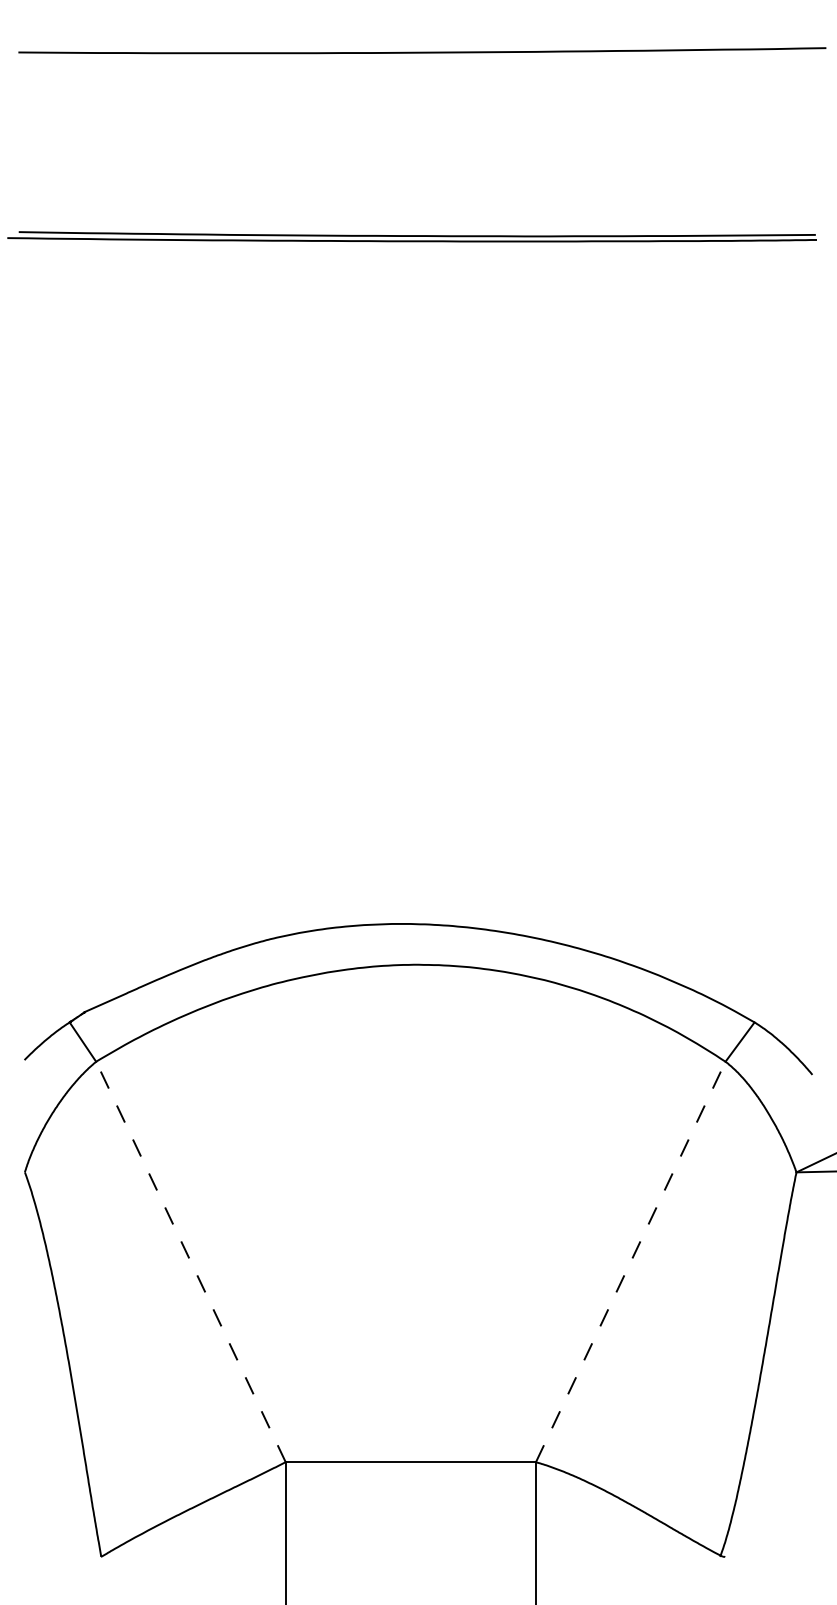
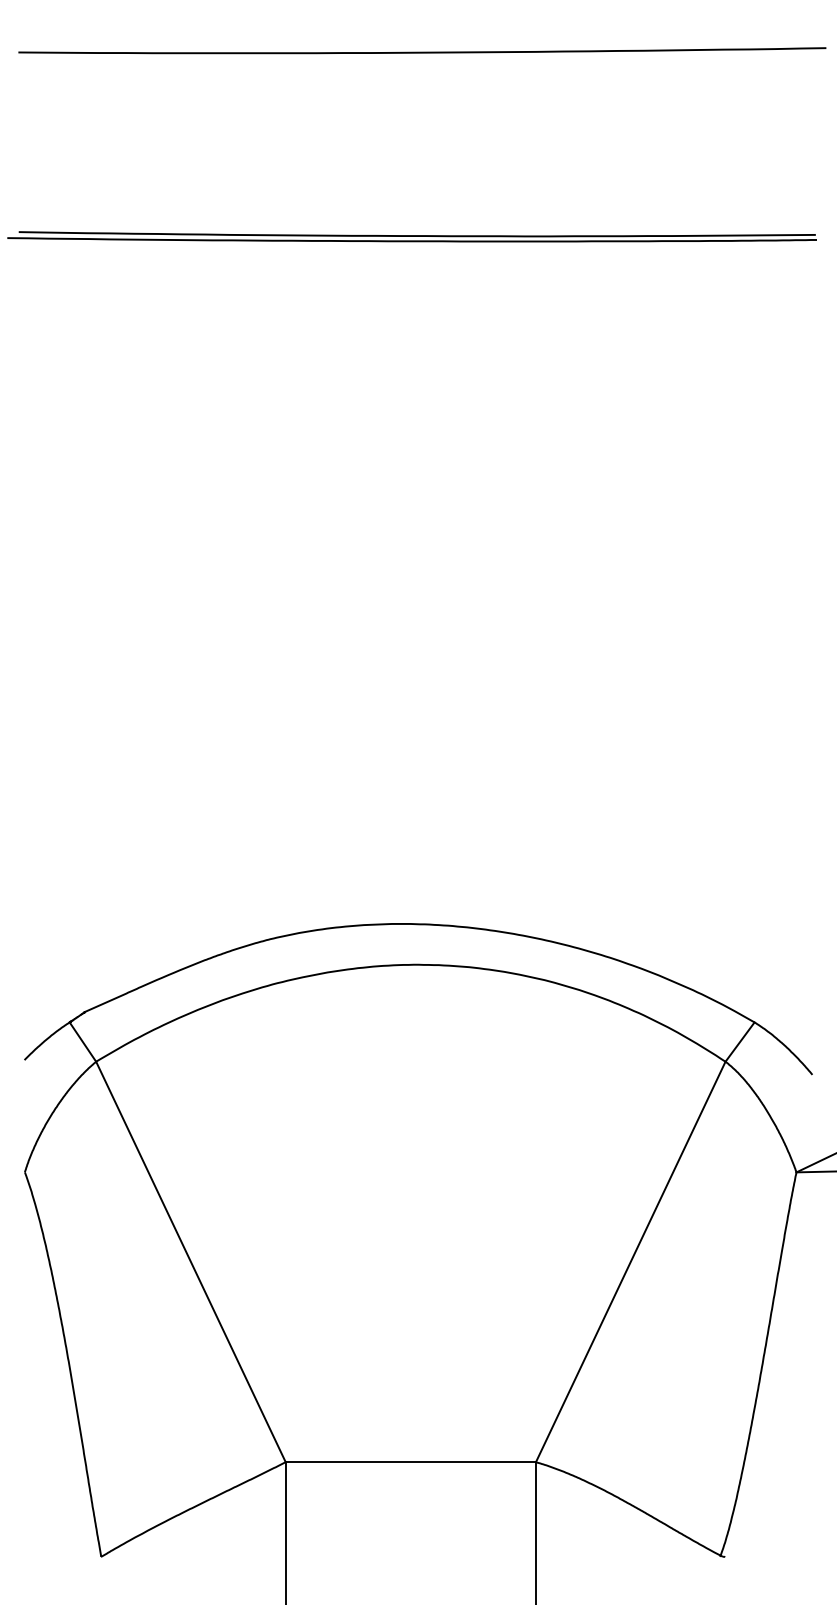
line at (190, 1262): dashed -> solid
line at (630, 1262): dashed -> solid
